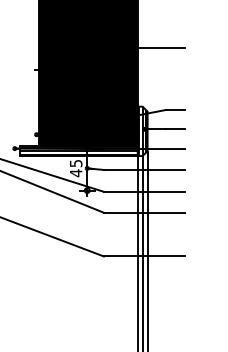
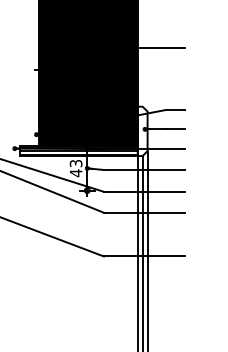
hatch at (142, 131): present -> none
text at (75, 163): 45 -> 43
